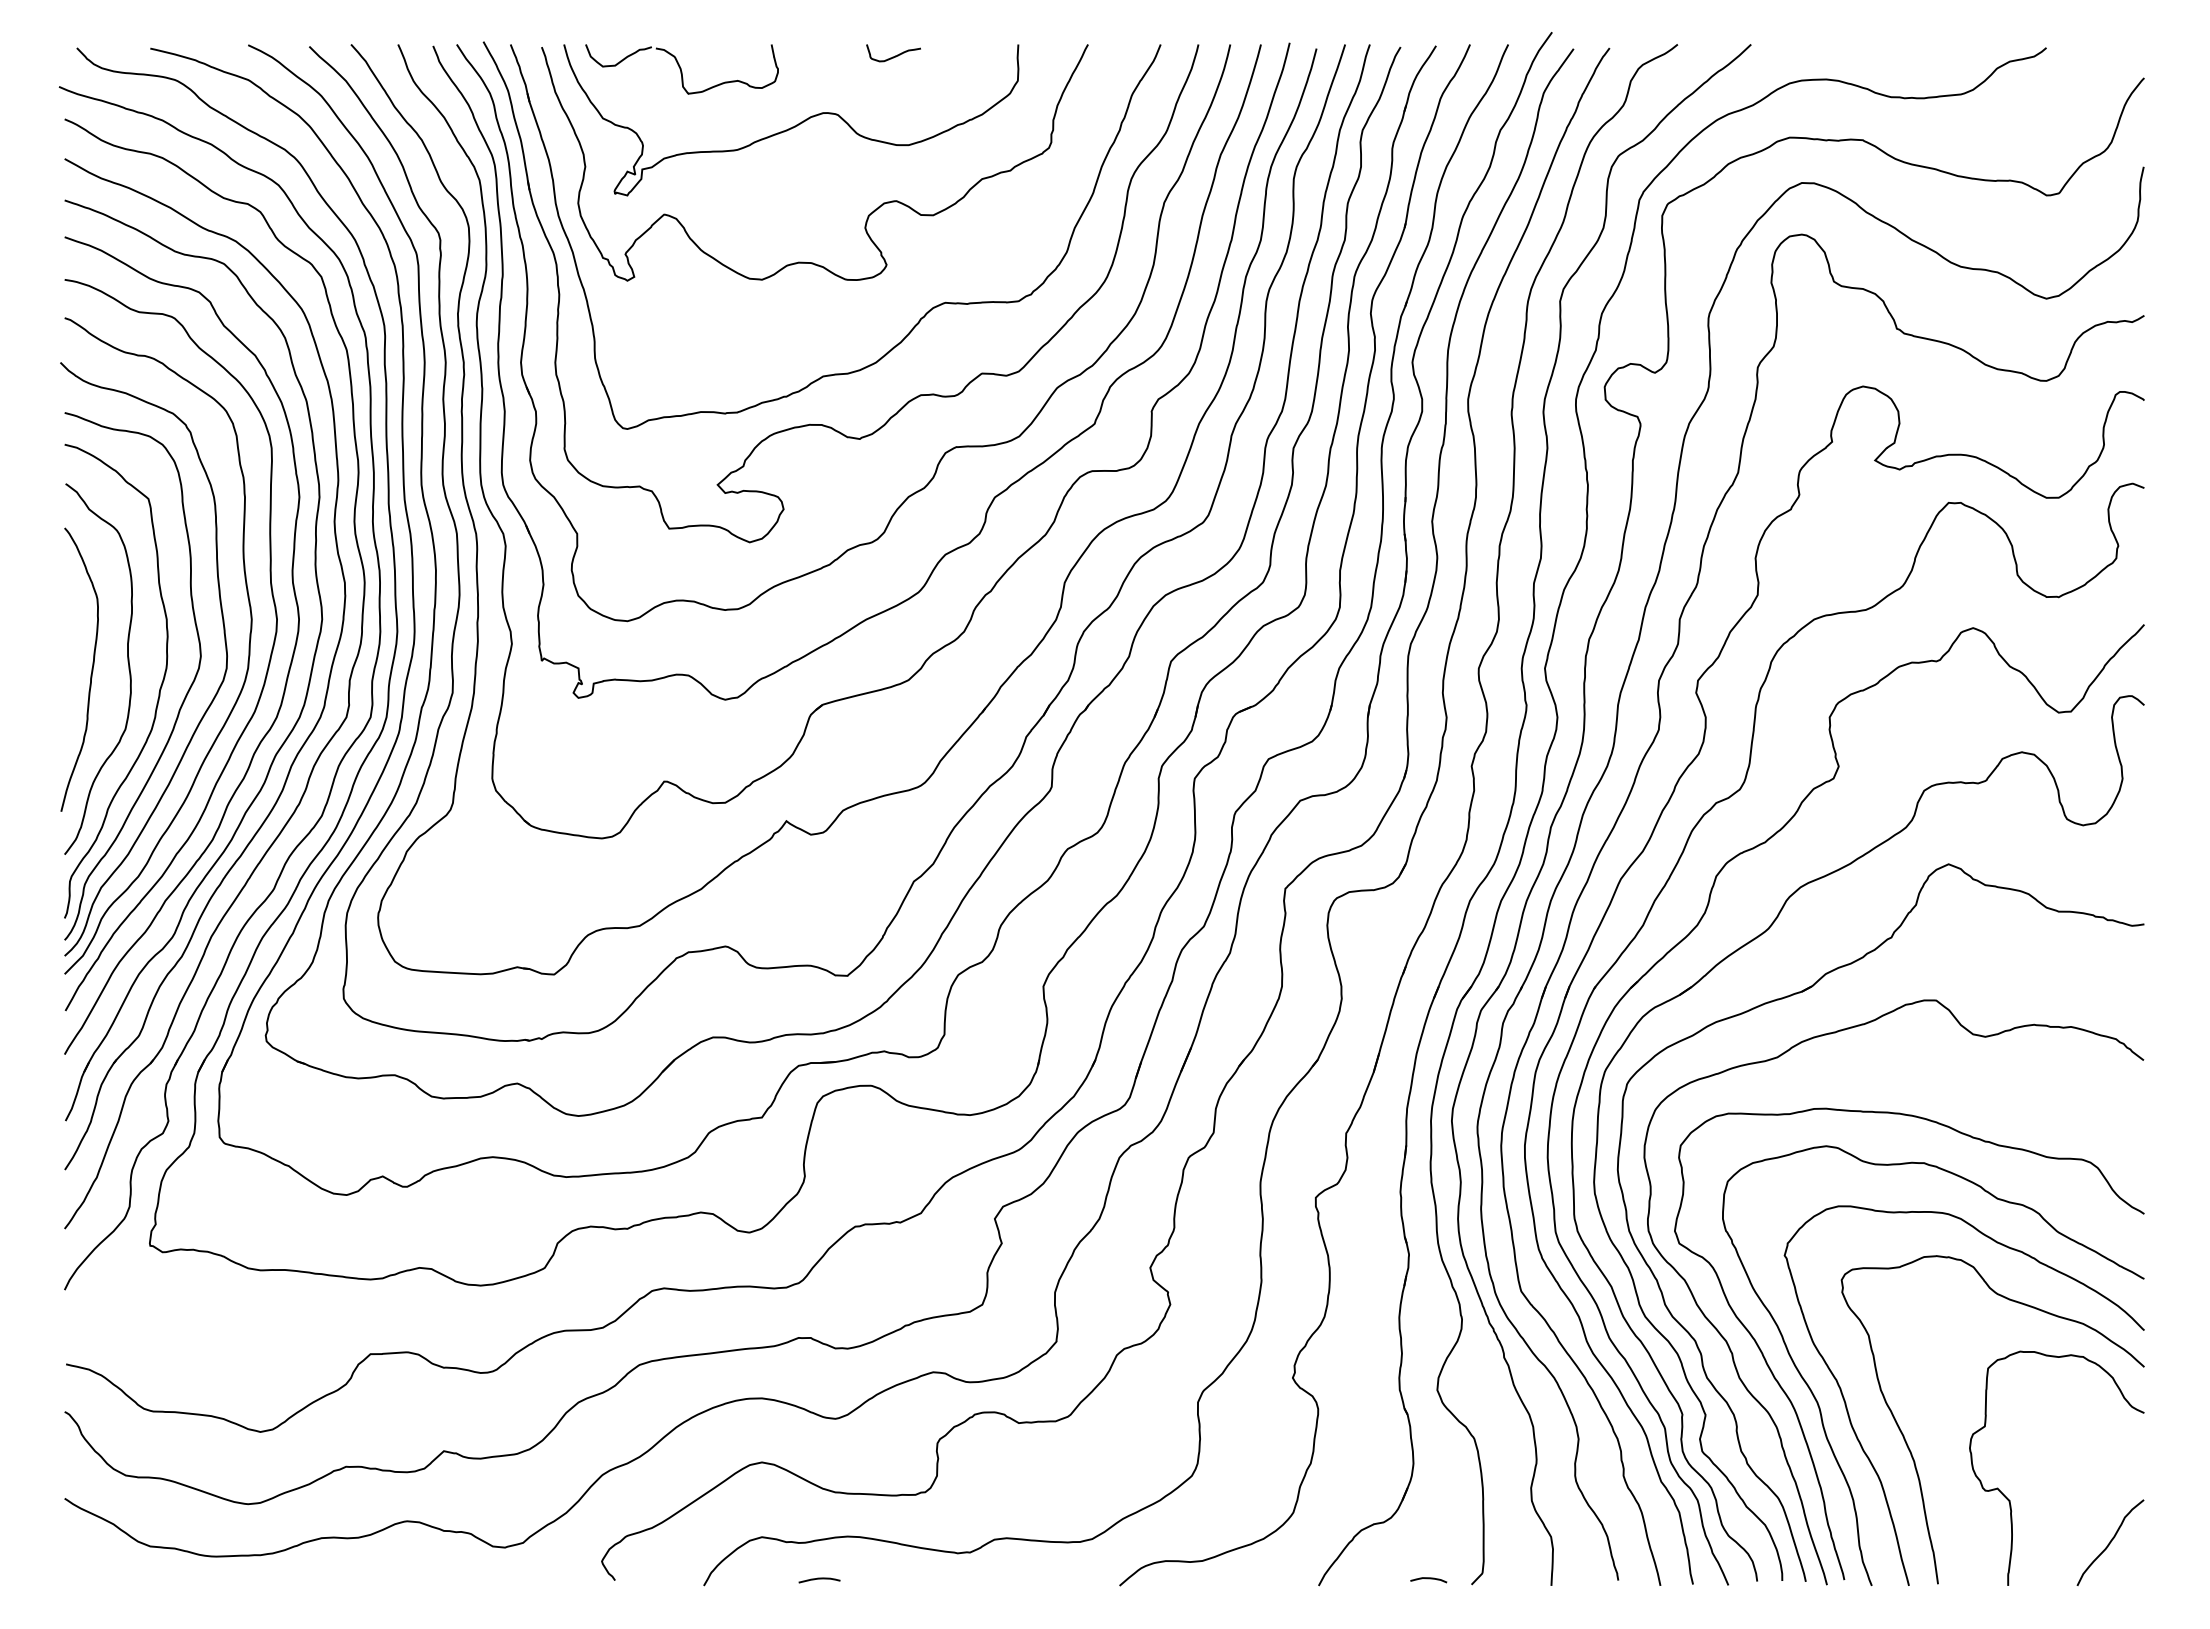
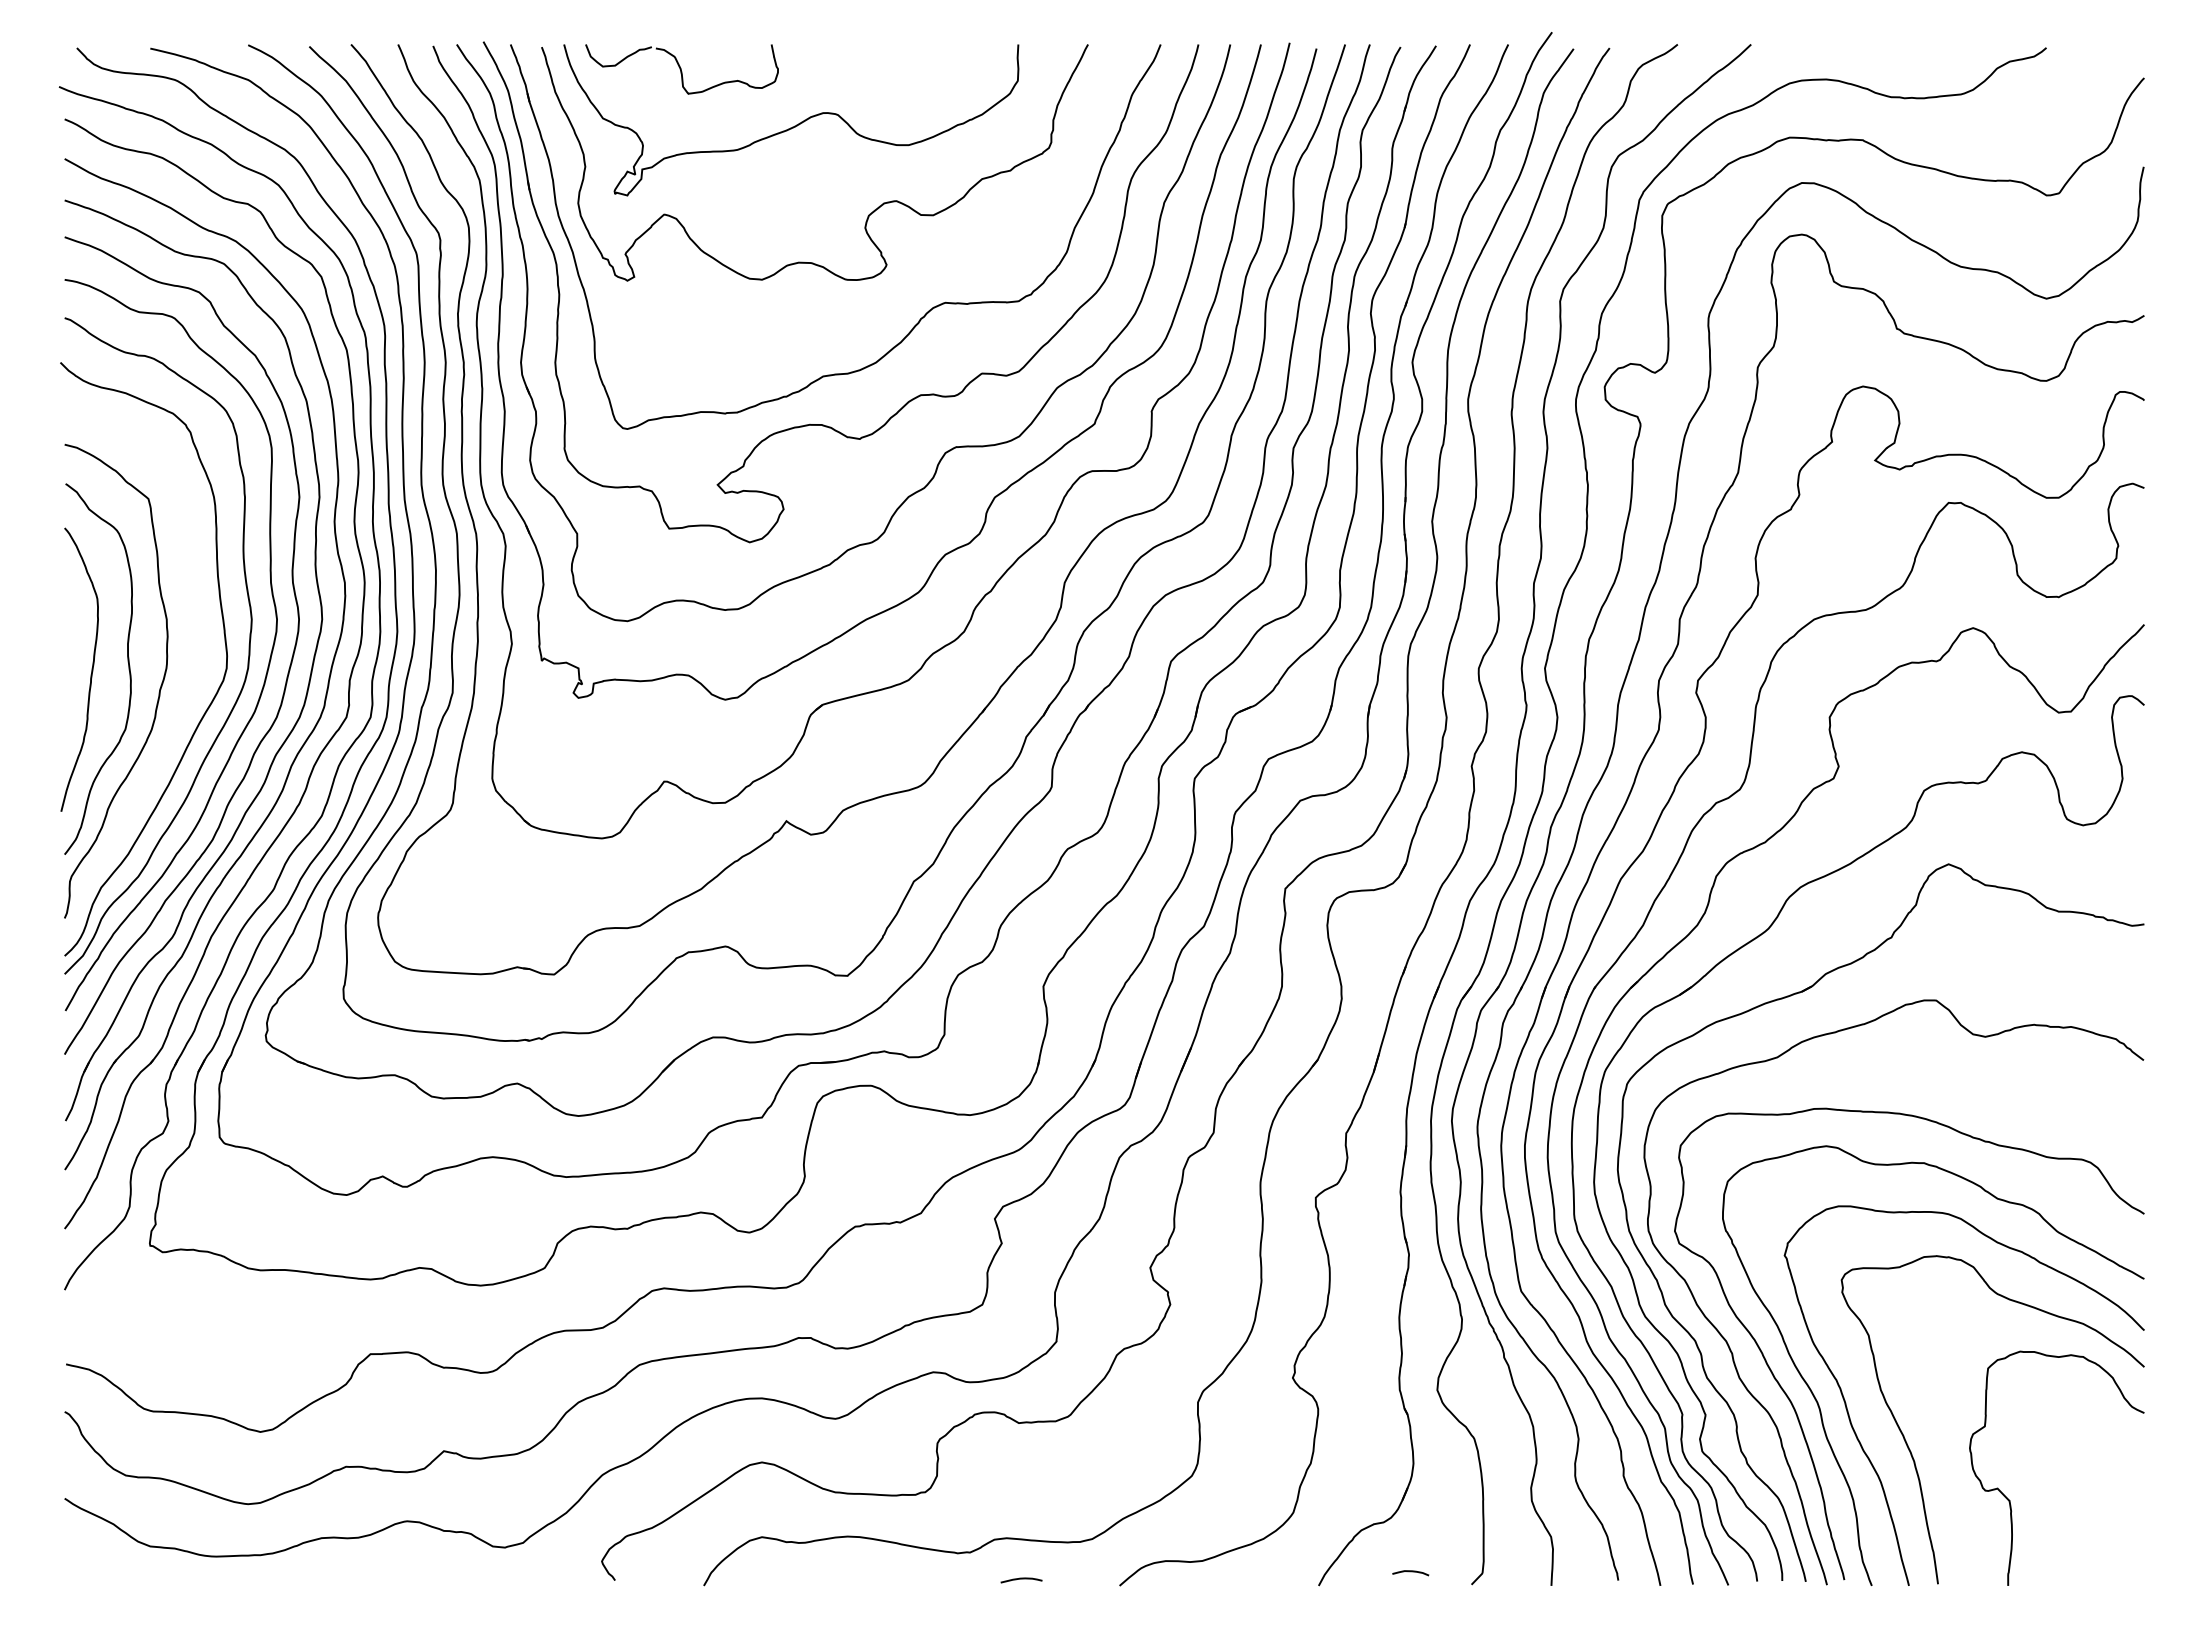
curve at (895, 55): present -> none
curve at (182, 701): present -> none
curve at (2110, 1542): present -> none
curve at (819, 1579) position: (819, 1579) -> (1021, 1579)
curve at (1428, 1579) position: (1428, 1579) -> (1410, 1572)
